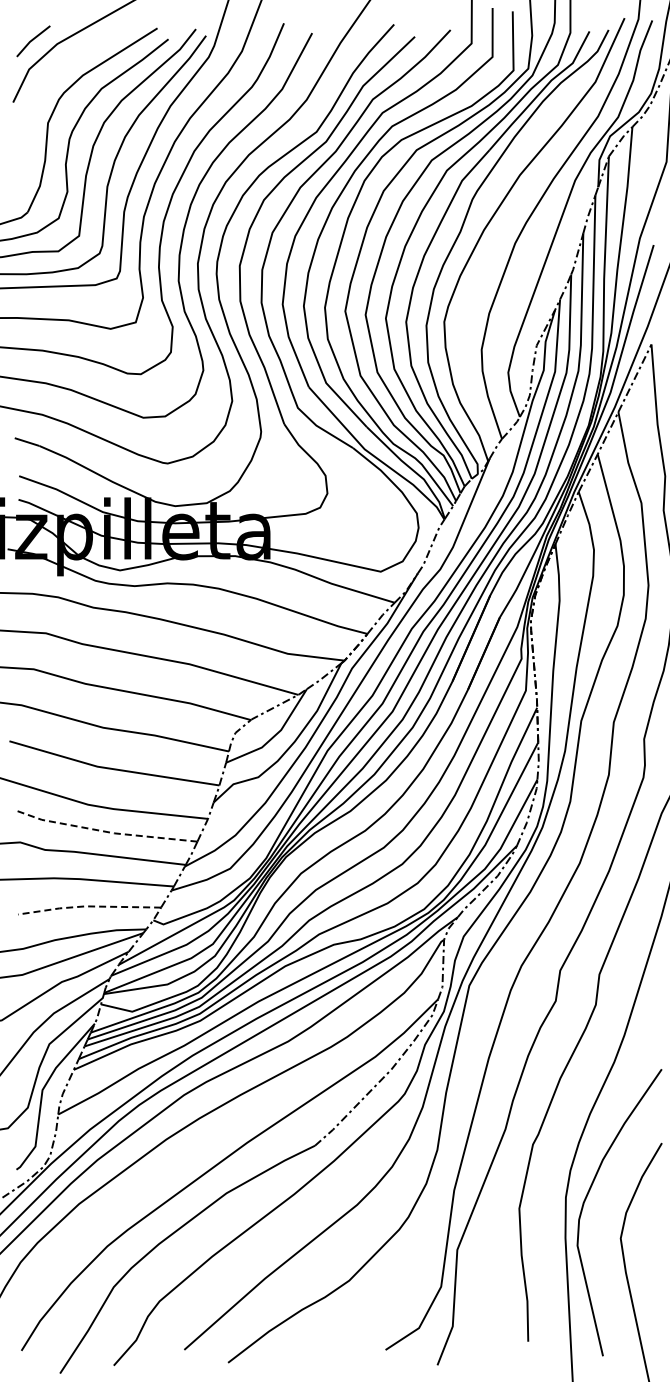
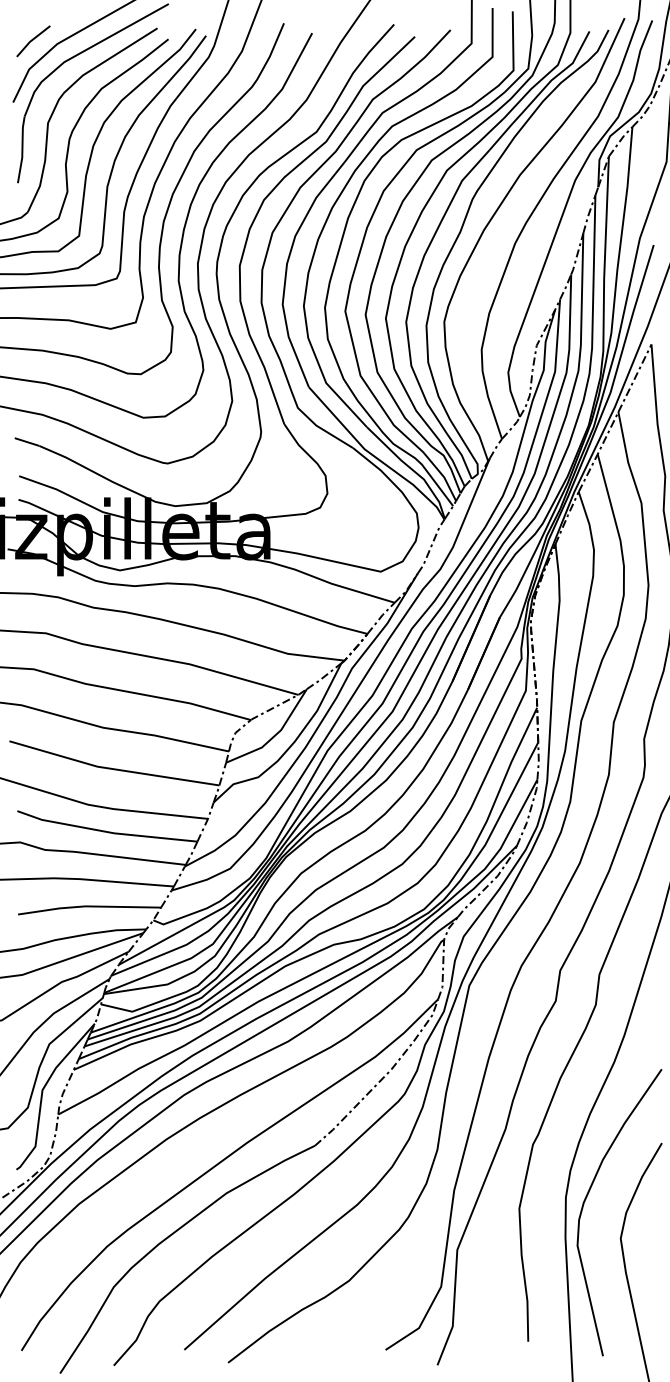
part at (73, 58): none -> present
line at (105, 831): dashed -> solid
line at (87, 906): dashed -> solid
